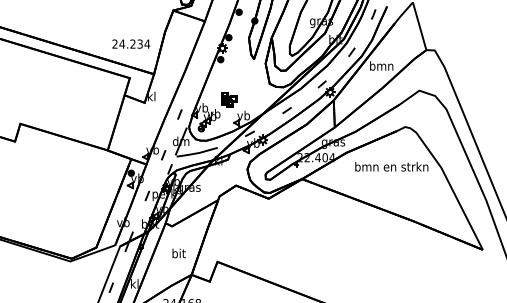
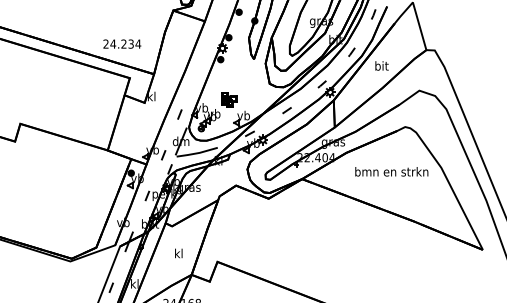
text at (131, 43) position: (131, 43) -> (122, 43)
text at (381, 65): bmn -> bit
text at (391, 166) position: (391, 166) -> (391, 171)
text at (178, 253): bit -> kl
